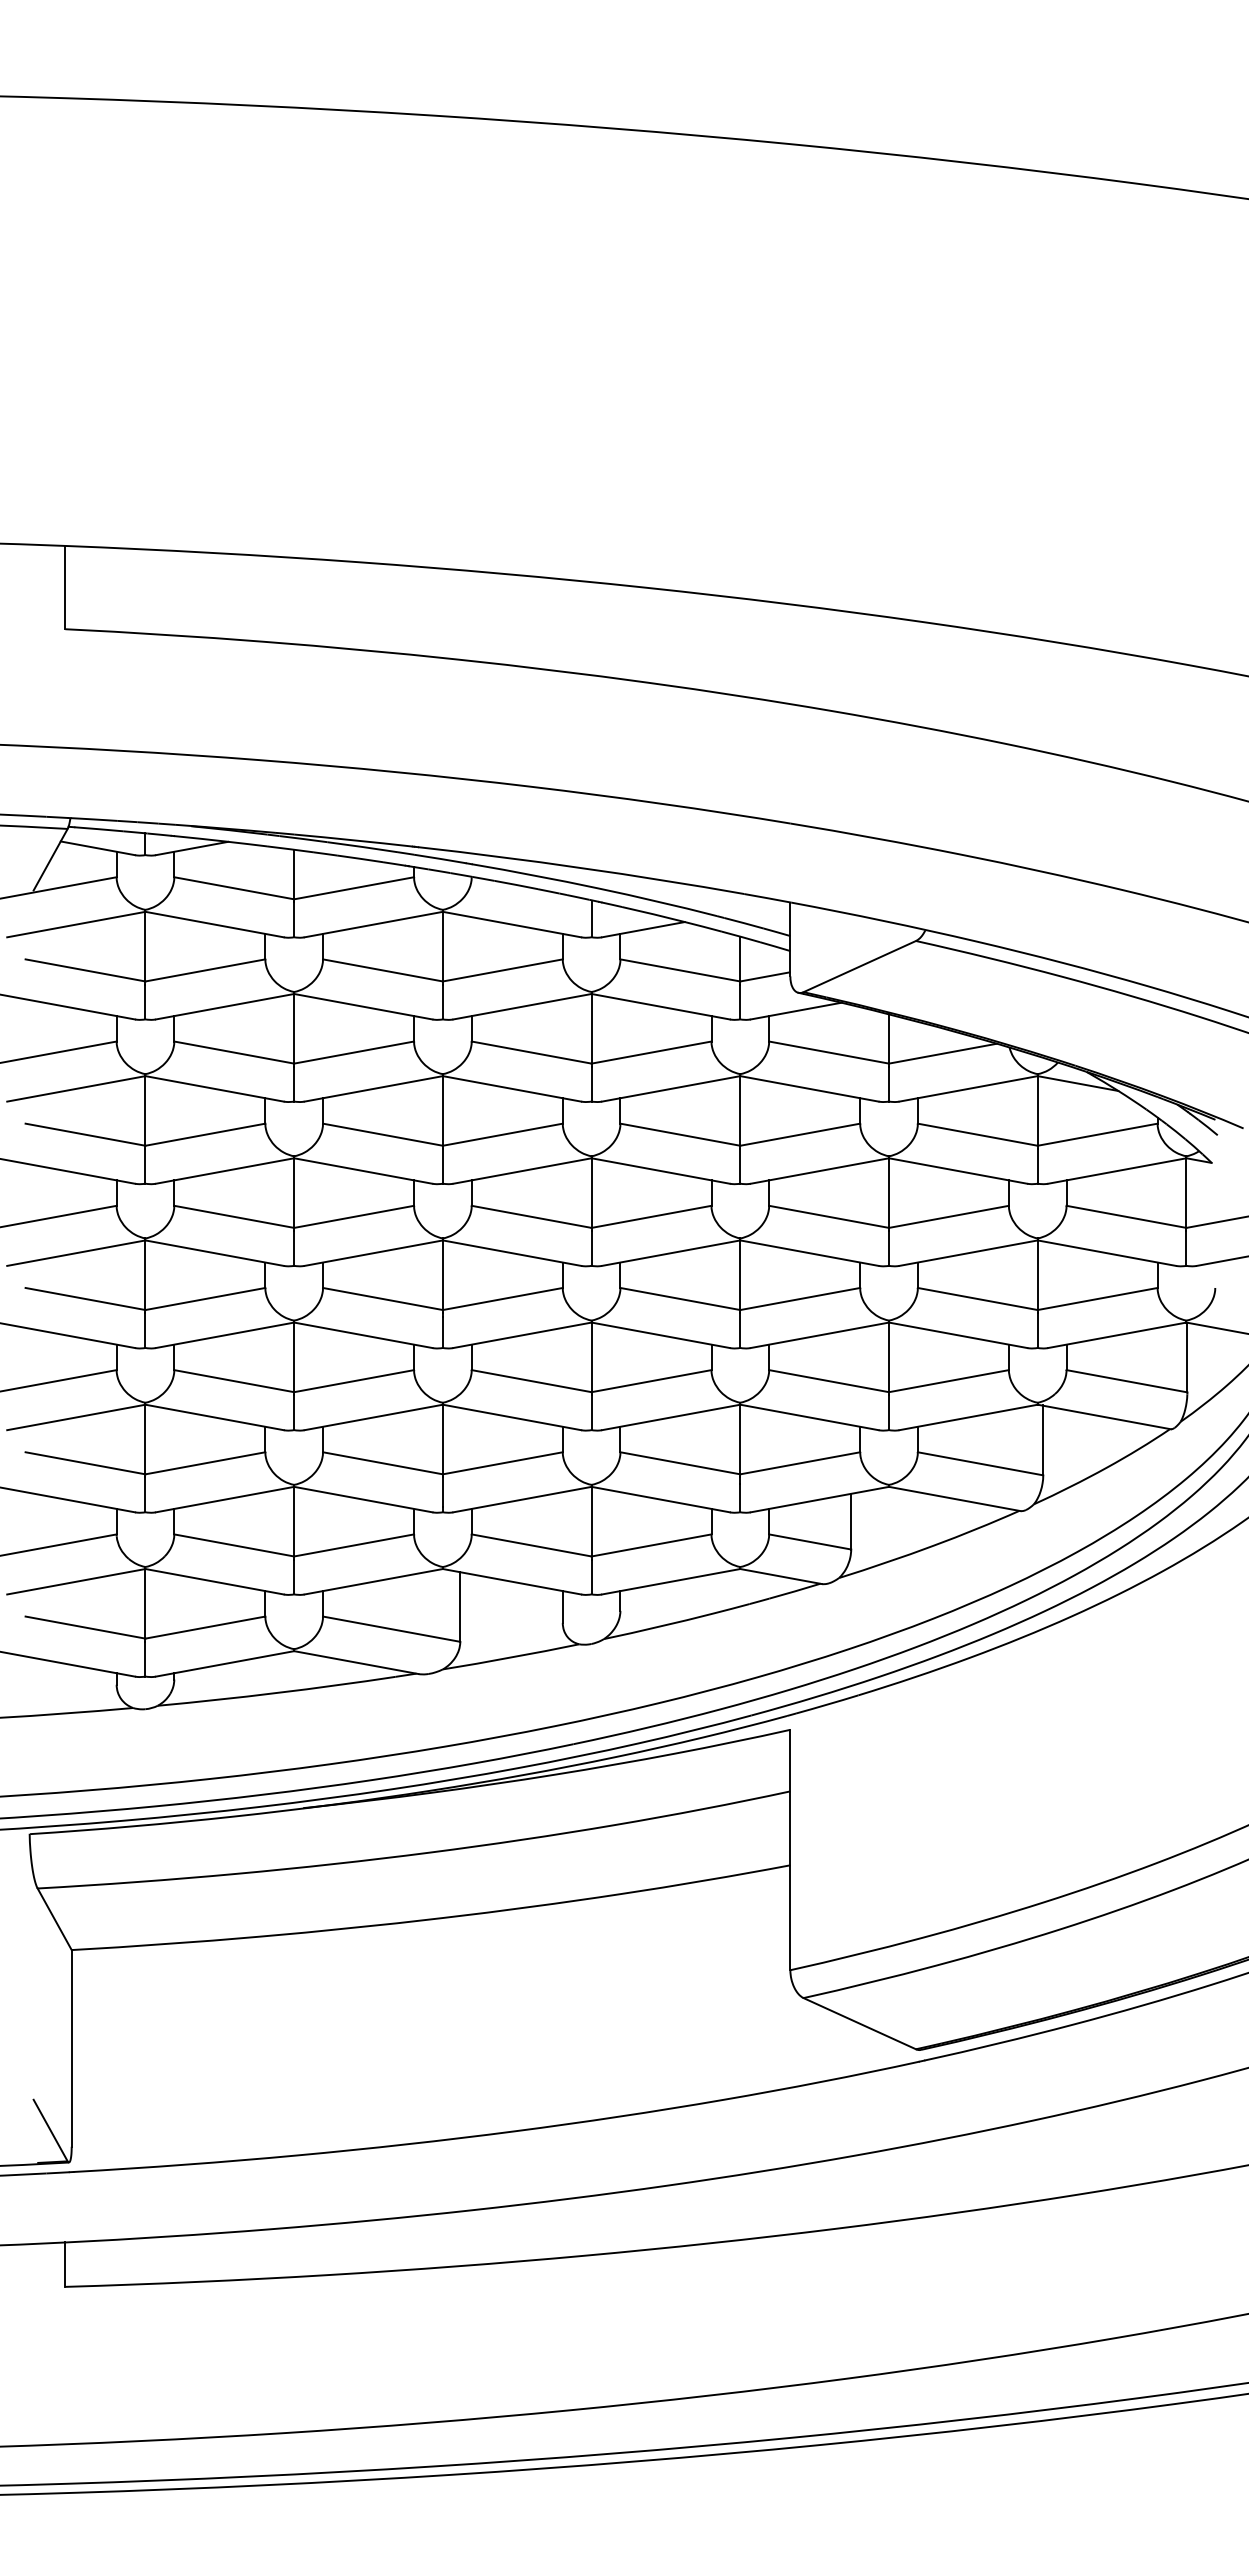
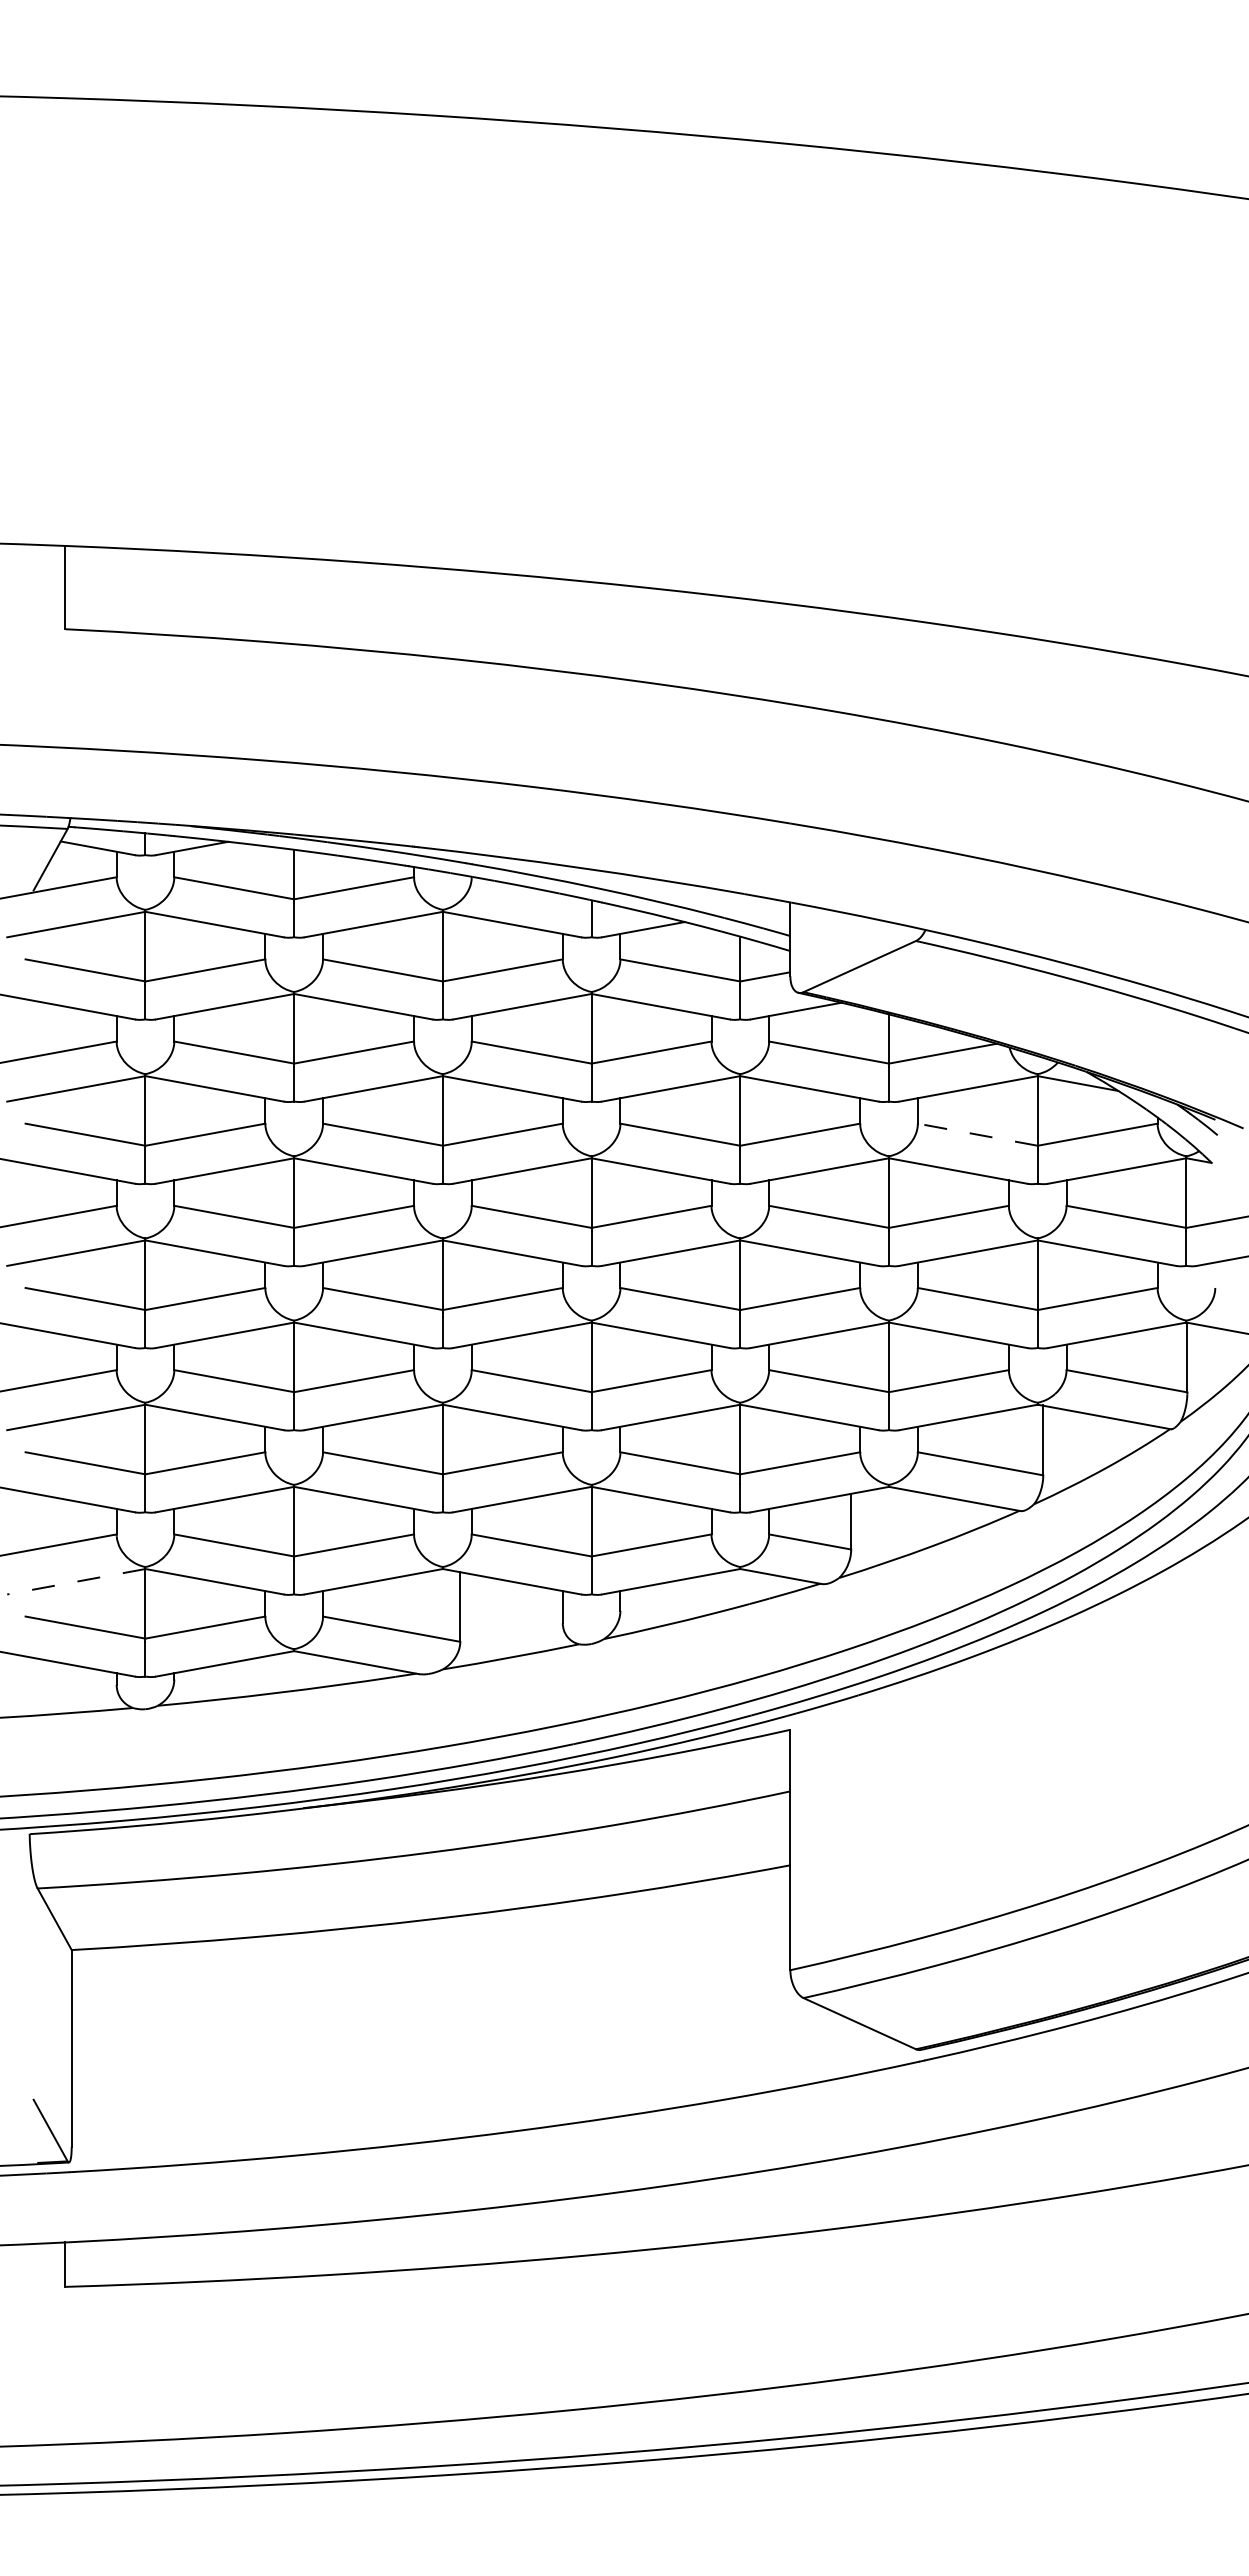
line at (977, 1134): solid -> dashed
line at (75, 1581): solid -> dashed
